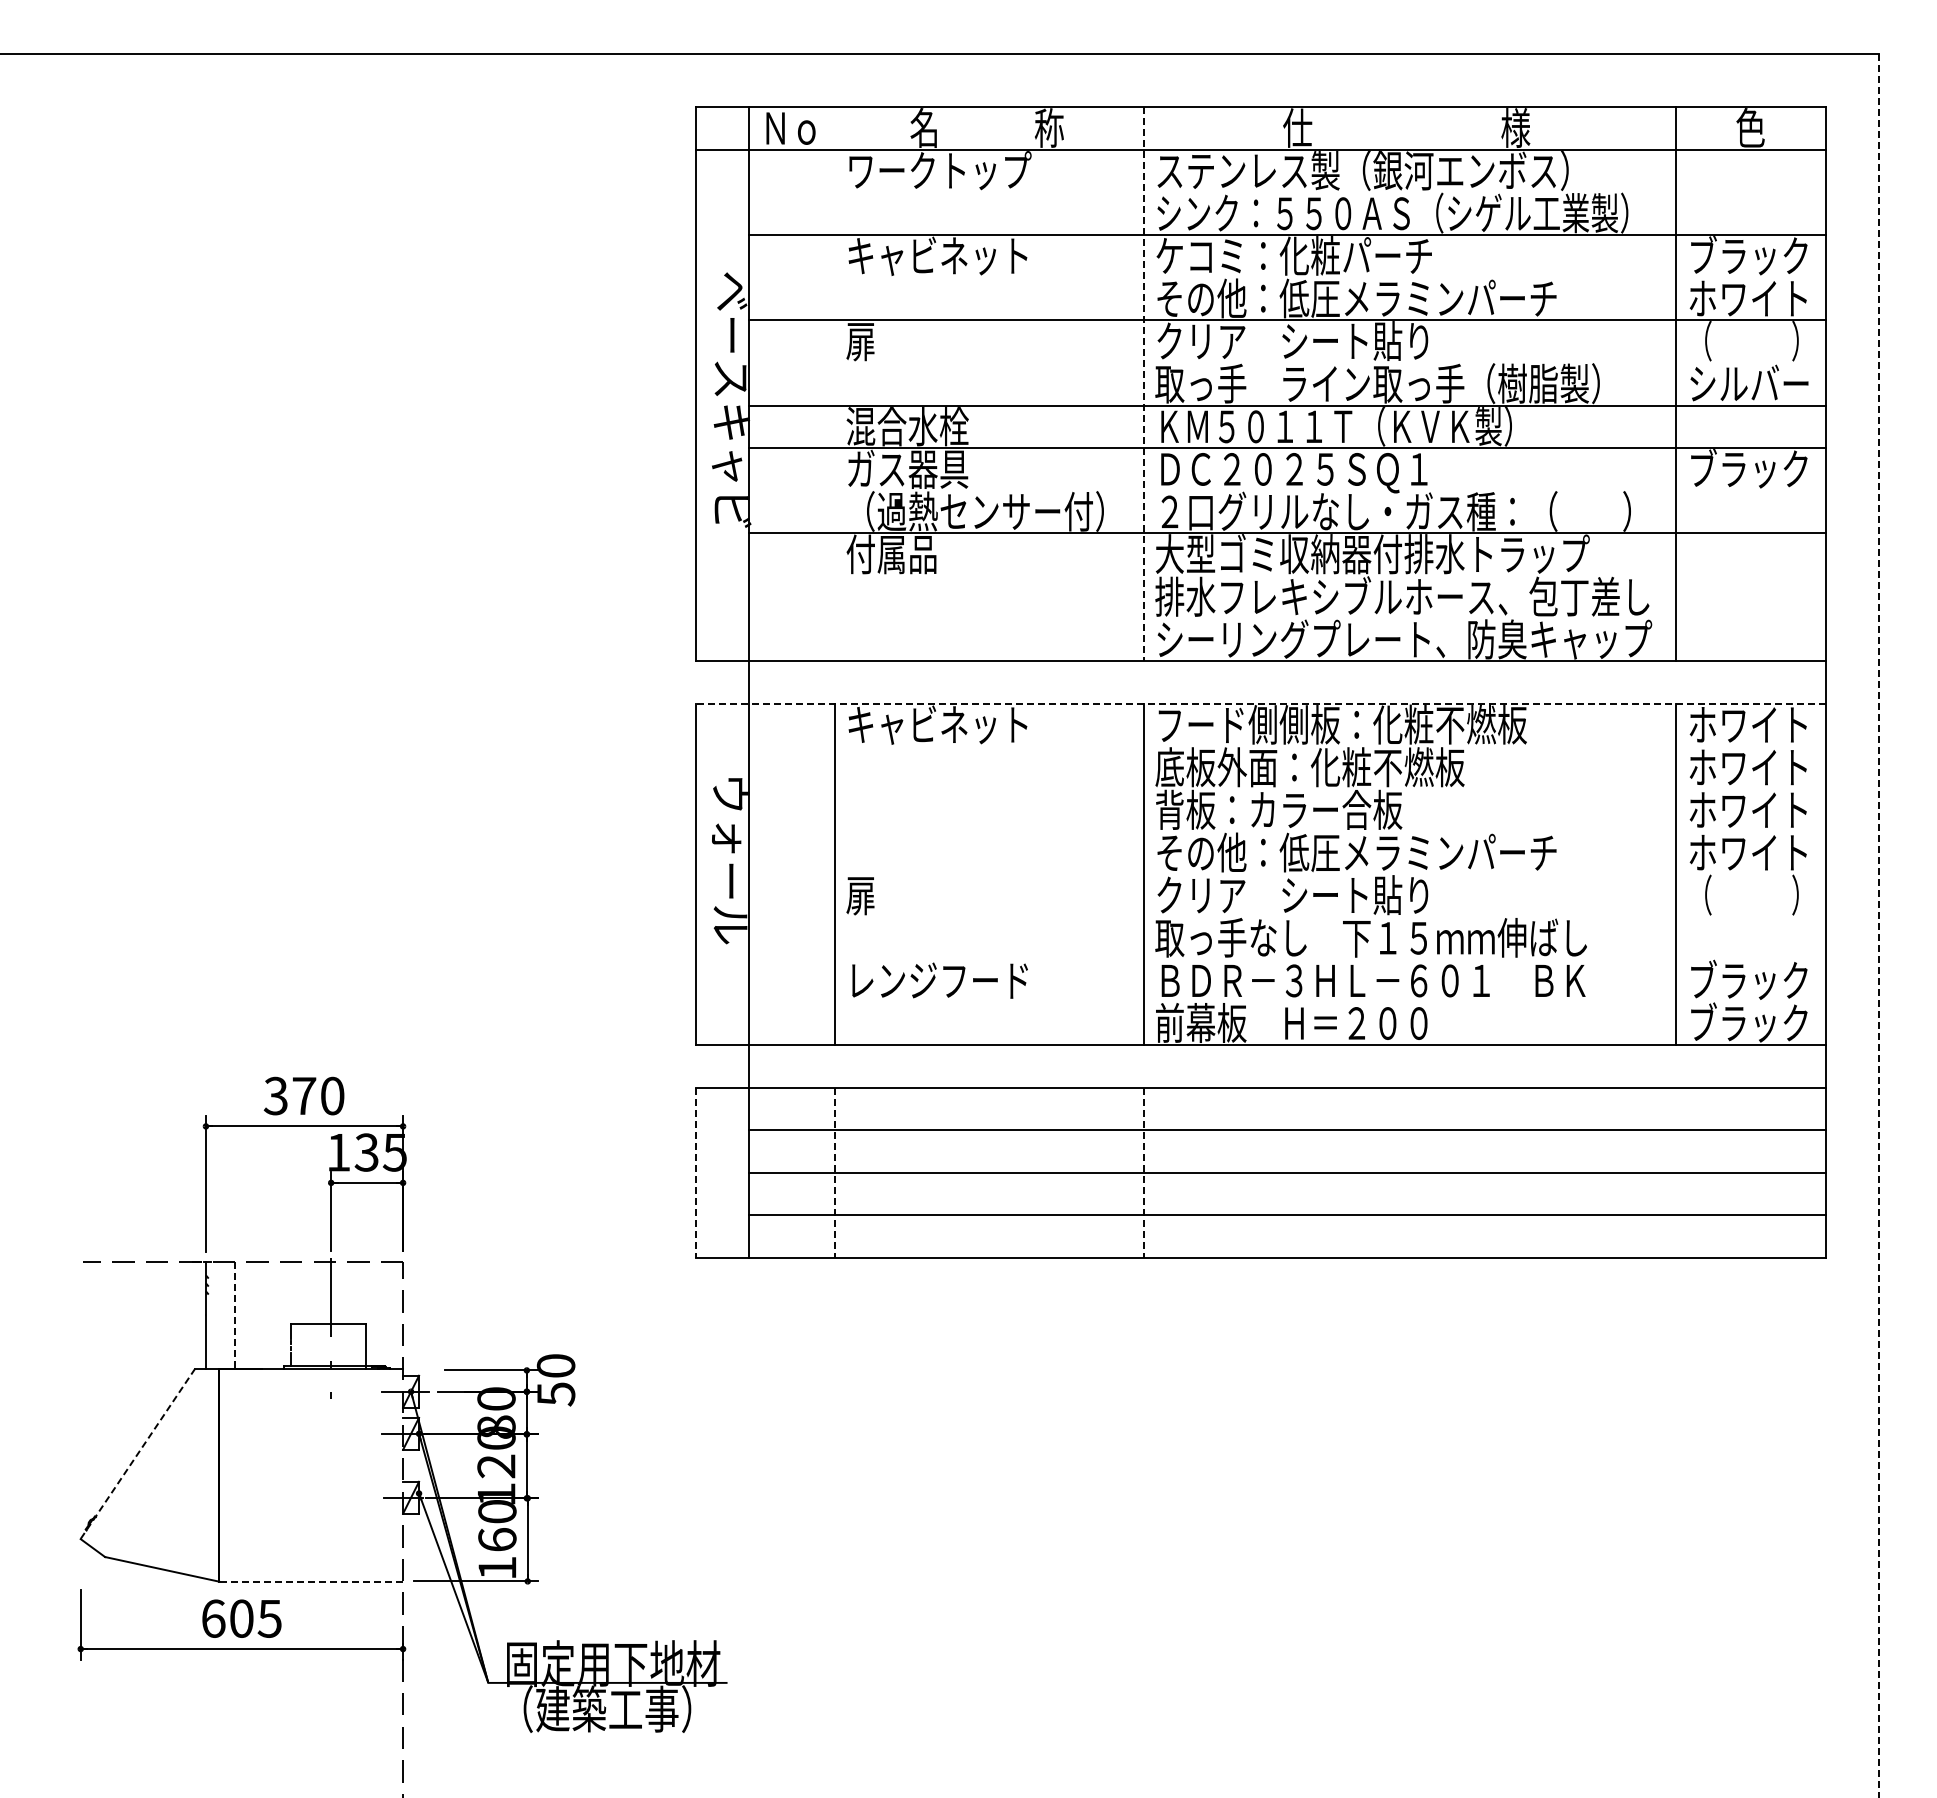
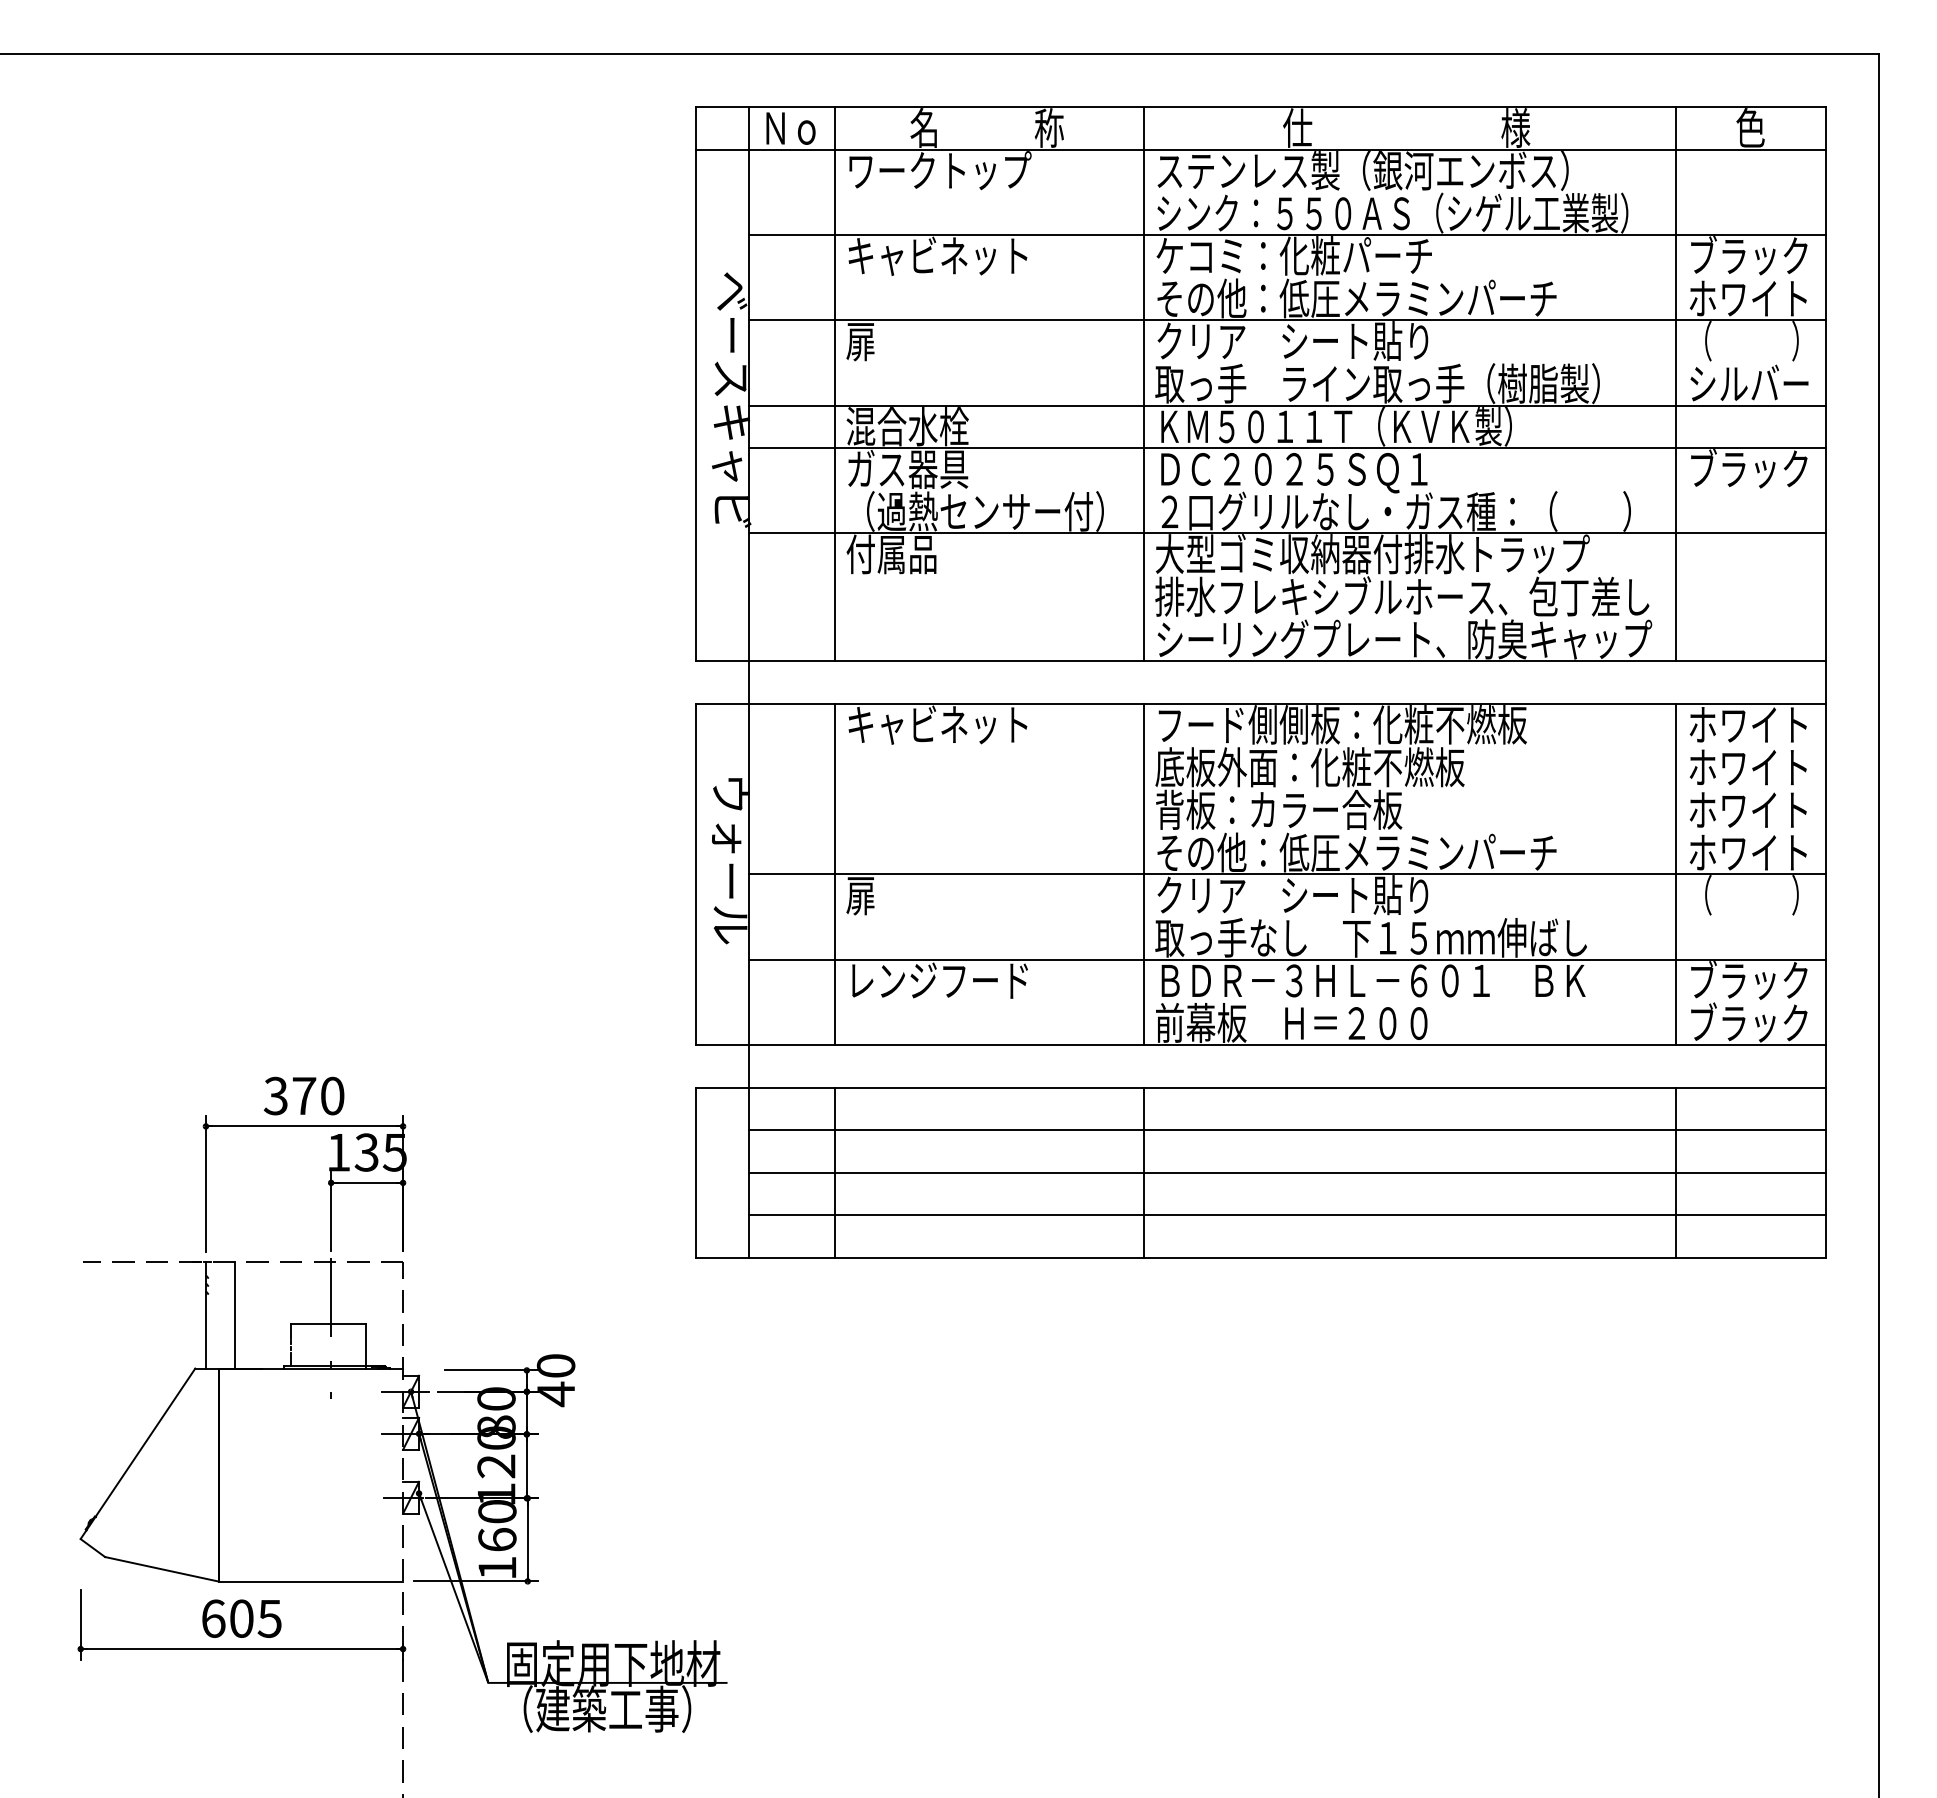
line at (834, 384): none -> present
line at (1143, 384): dashed -> solid
line at (1260, 703): dashed -> solid
line at (1287, 874): none -> present
line at (1878, 925): dashed -> solid
line at (1287, 959): none -> present
line at (1676, 1172): none -> present
line at (696, 1173): dashed -> solid
line at (834, 1173): dashed -> solid
line at (1143, 1173): dashed -> solid
line at (235, 1315): dashed -> solid
text at (556, 1394): 50 -> 40
line at (138, 1453): dashed -> solid
line at (311, 1581): dashed -> solid
